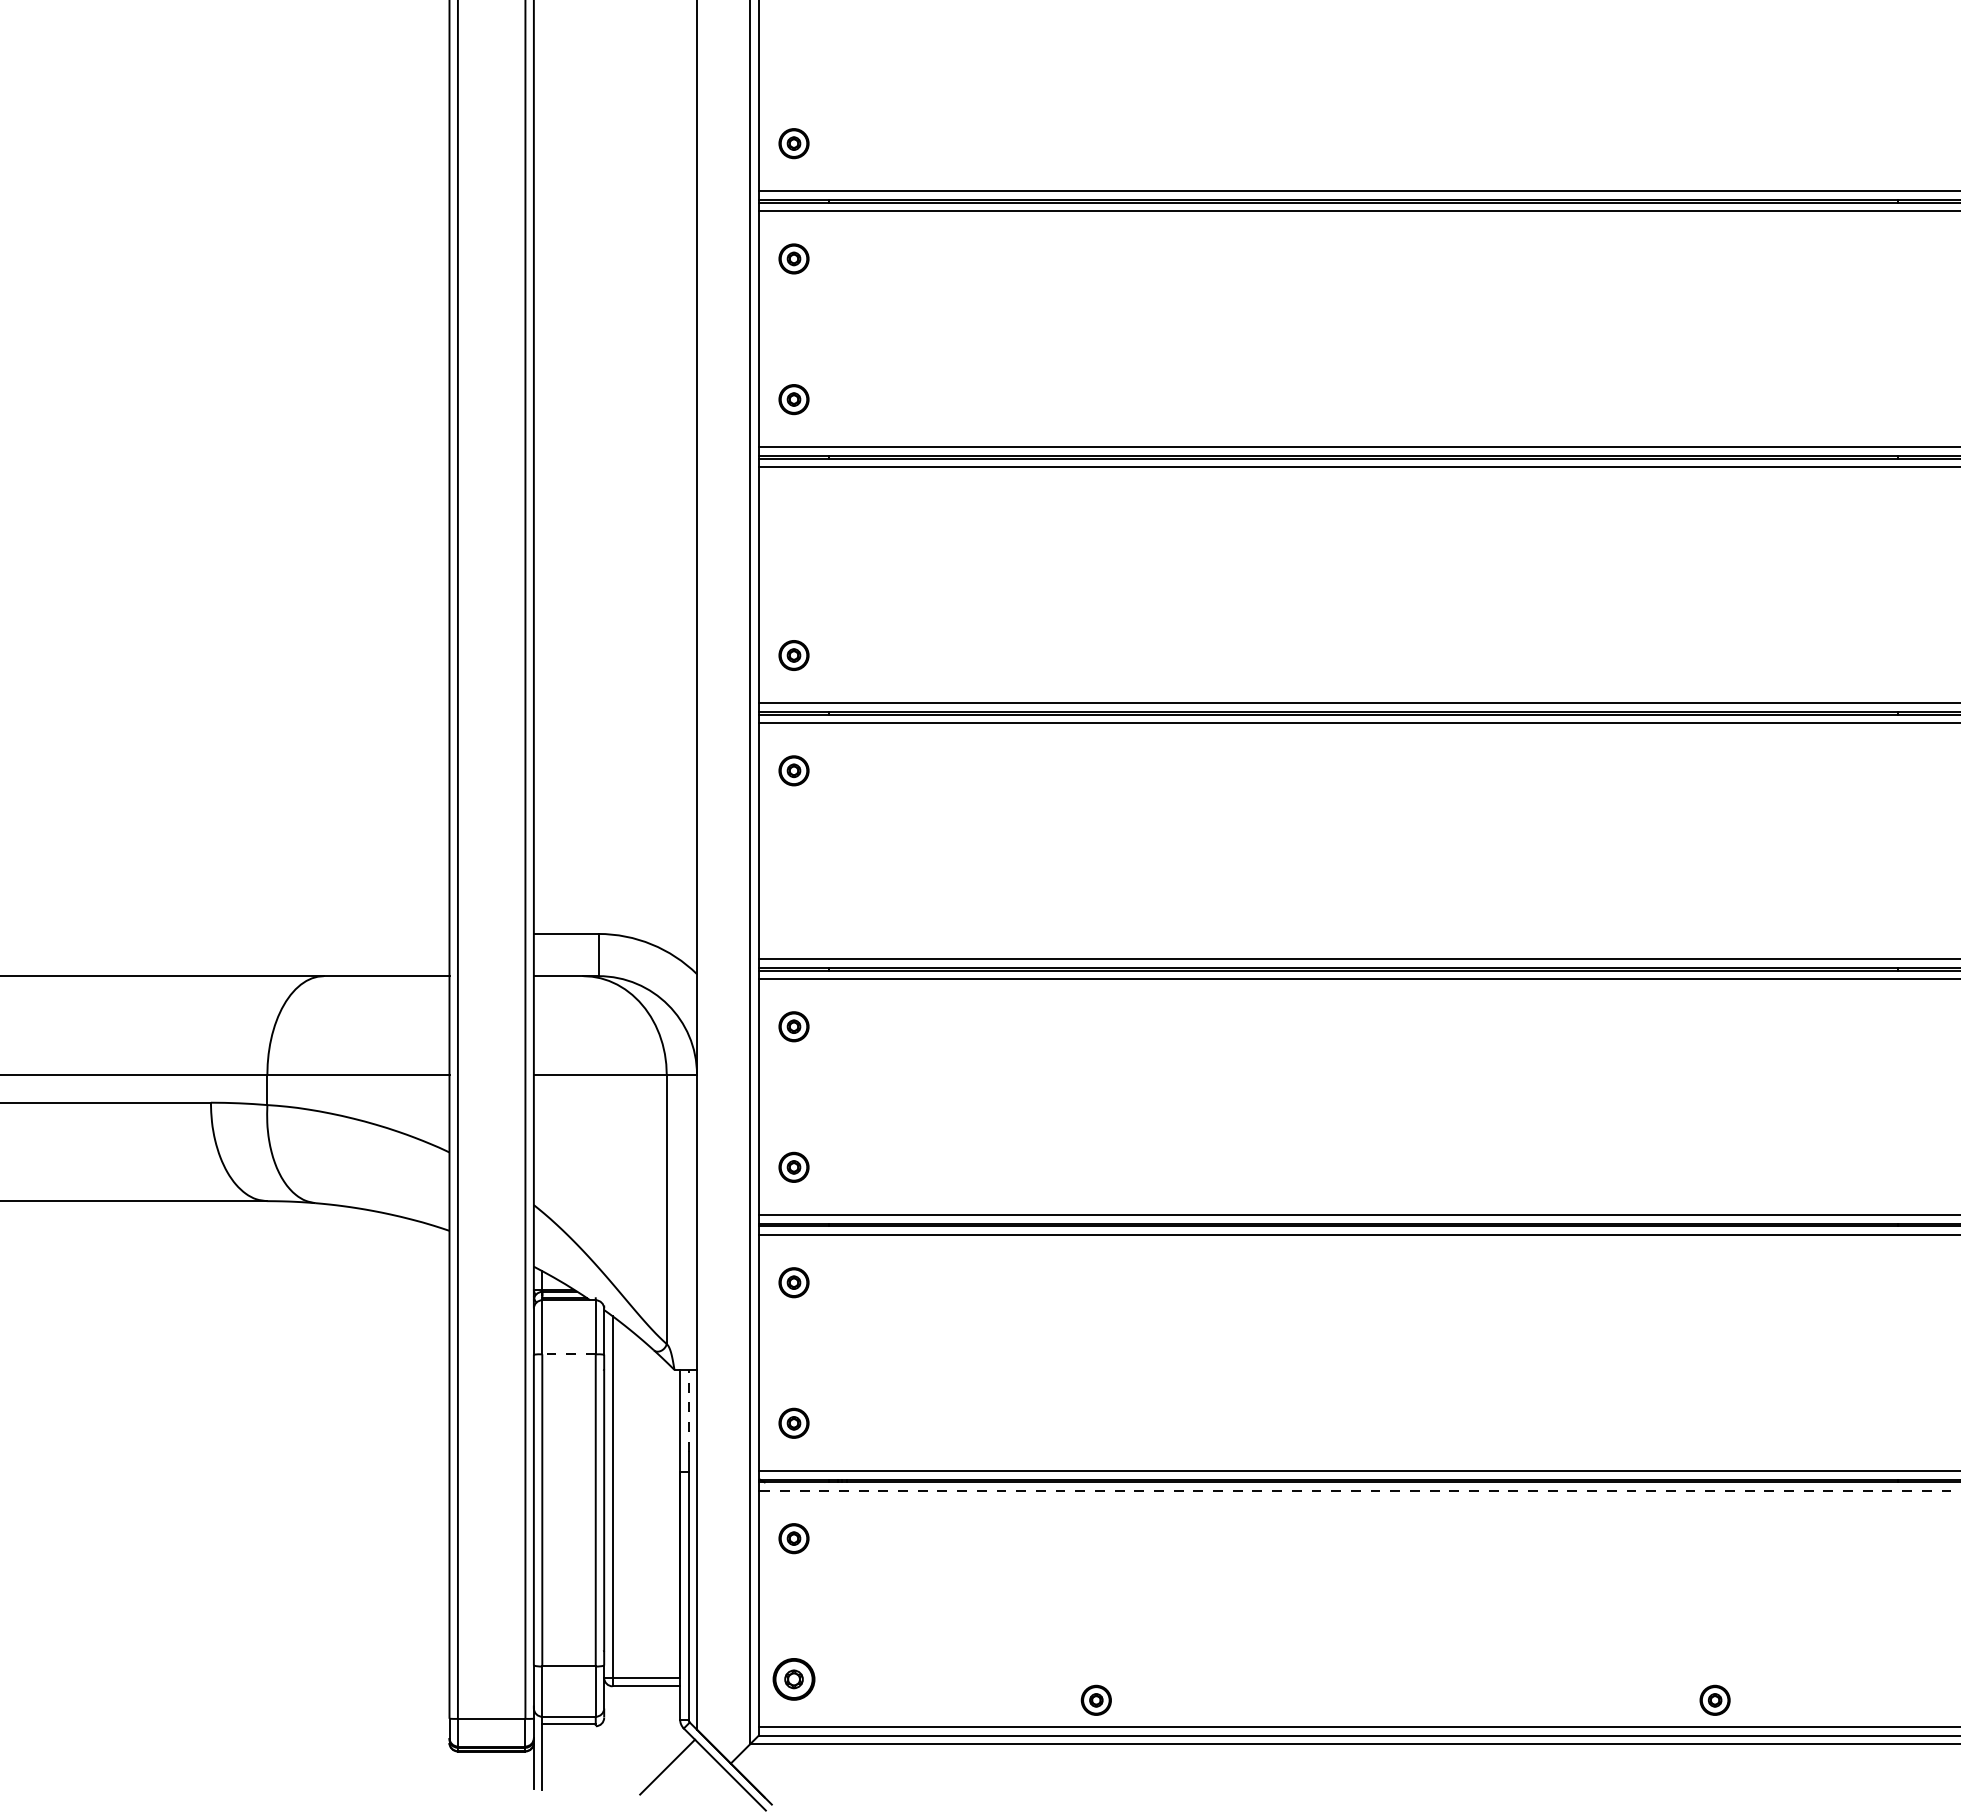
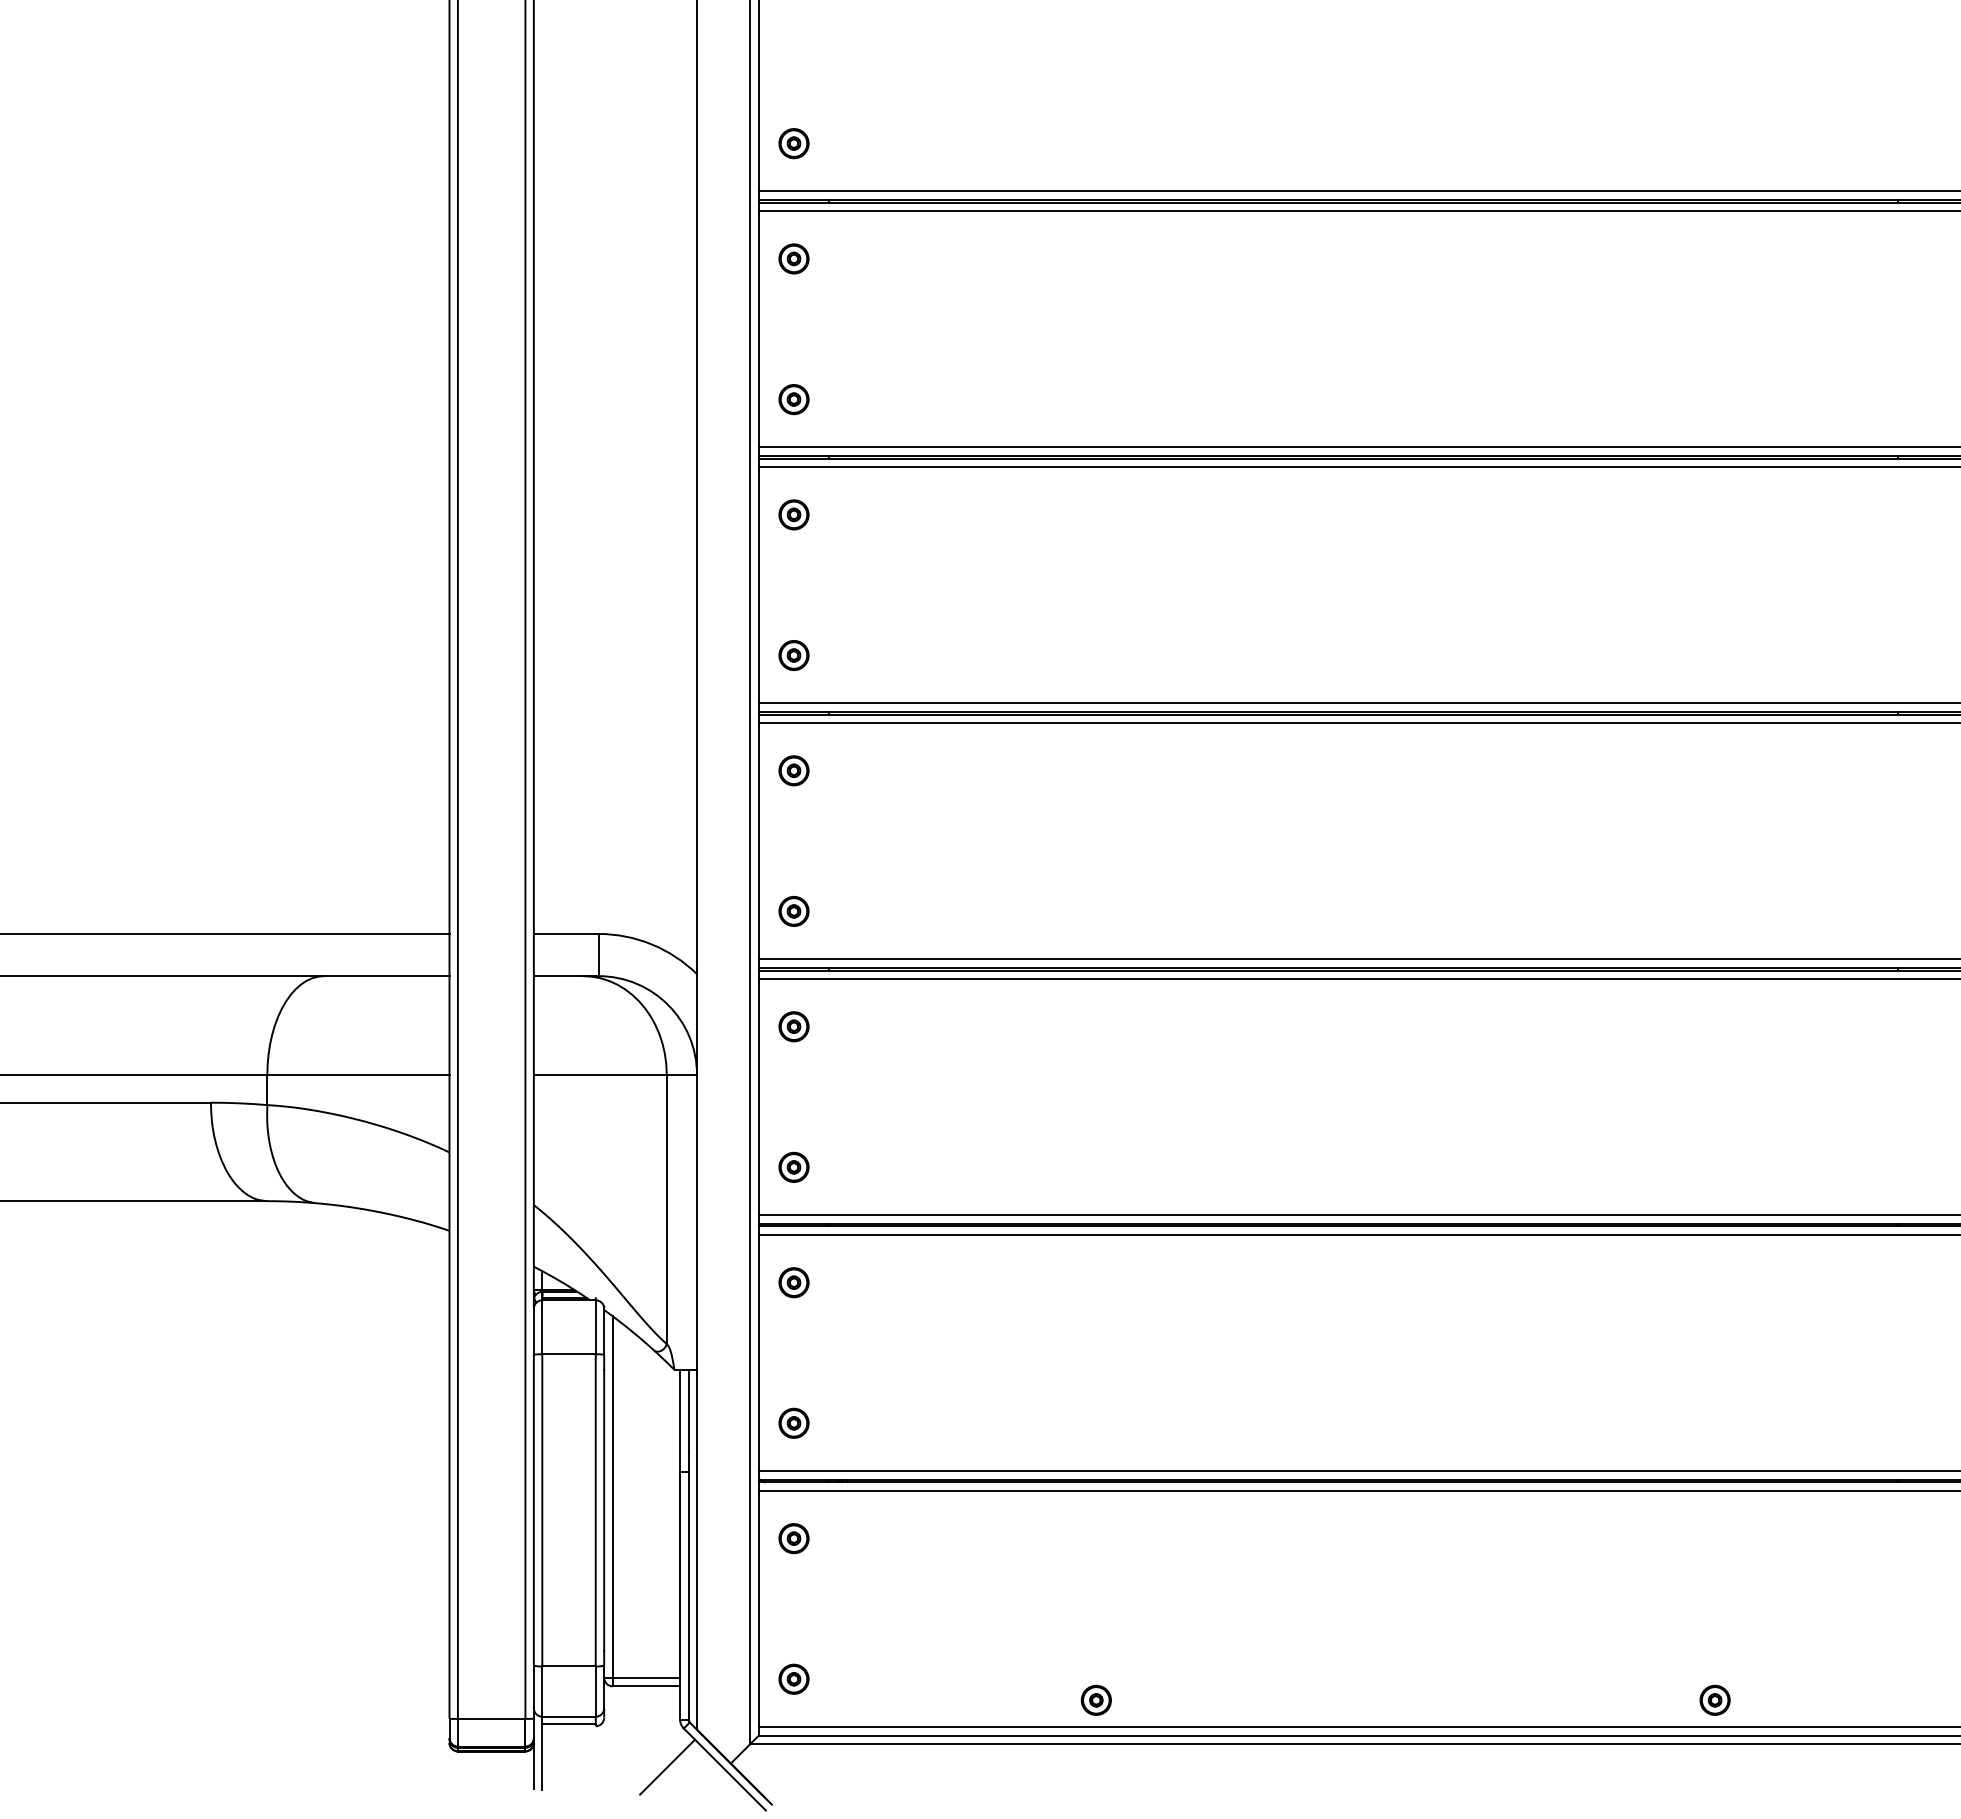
part at (793, 514): none -> present
part at (793, 911): none -> present
line at (225, 933): none -> present
line at (569, 1354): dashed -> solid
line at (688, 1410): dashed -> solid
line at (1359, 1490): dashed -> solid
part at (793, 1679) size: 44x43 px -> 32x32 px
